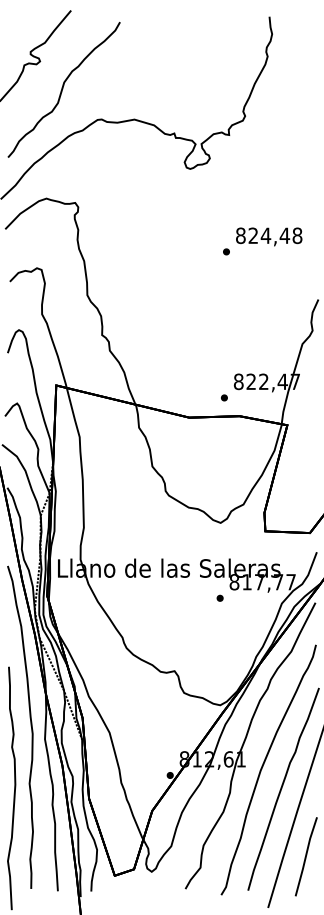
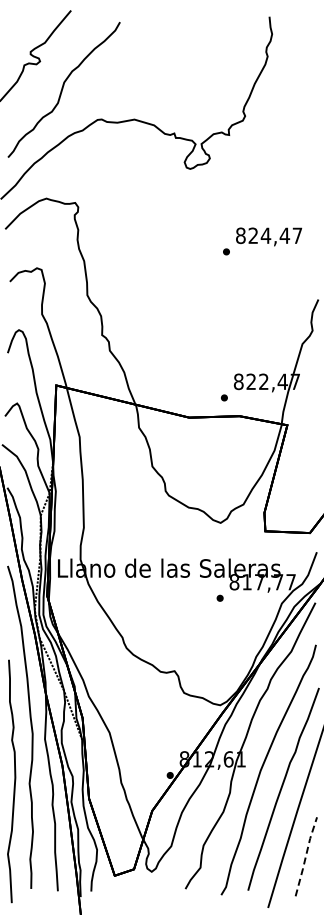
text at (297, 235): 824,48 -> 824,47
curve at (14, 788) position: (14, 788) -> (14, 781)
line at (305, 856): solid -> dashed
